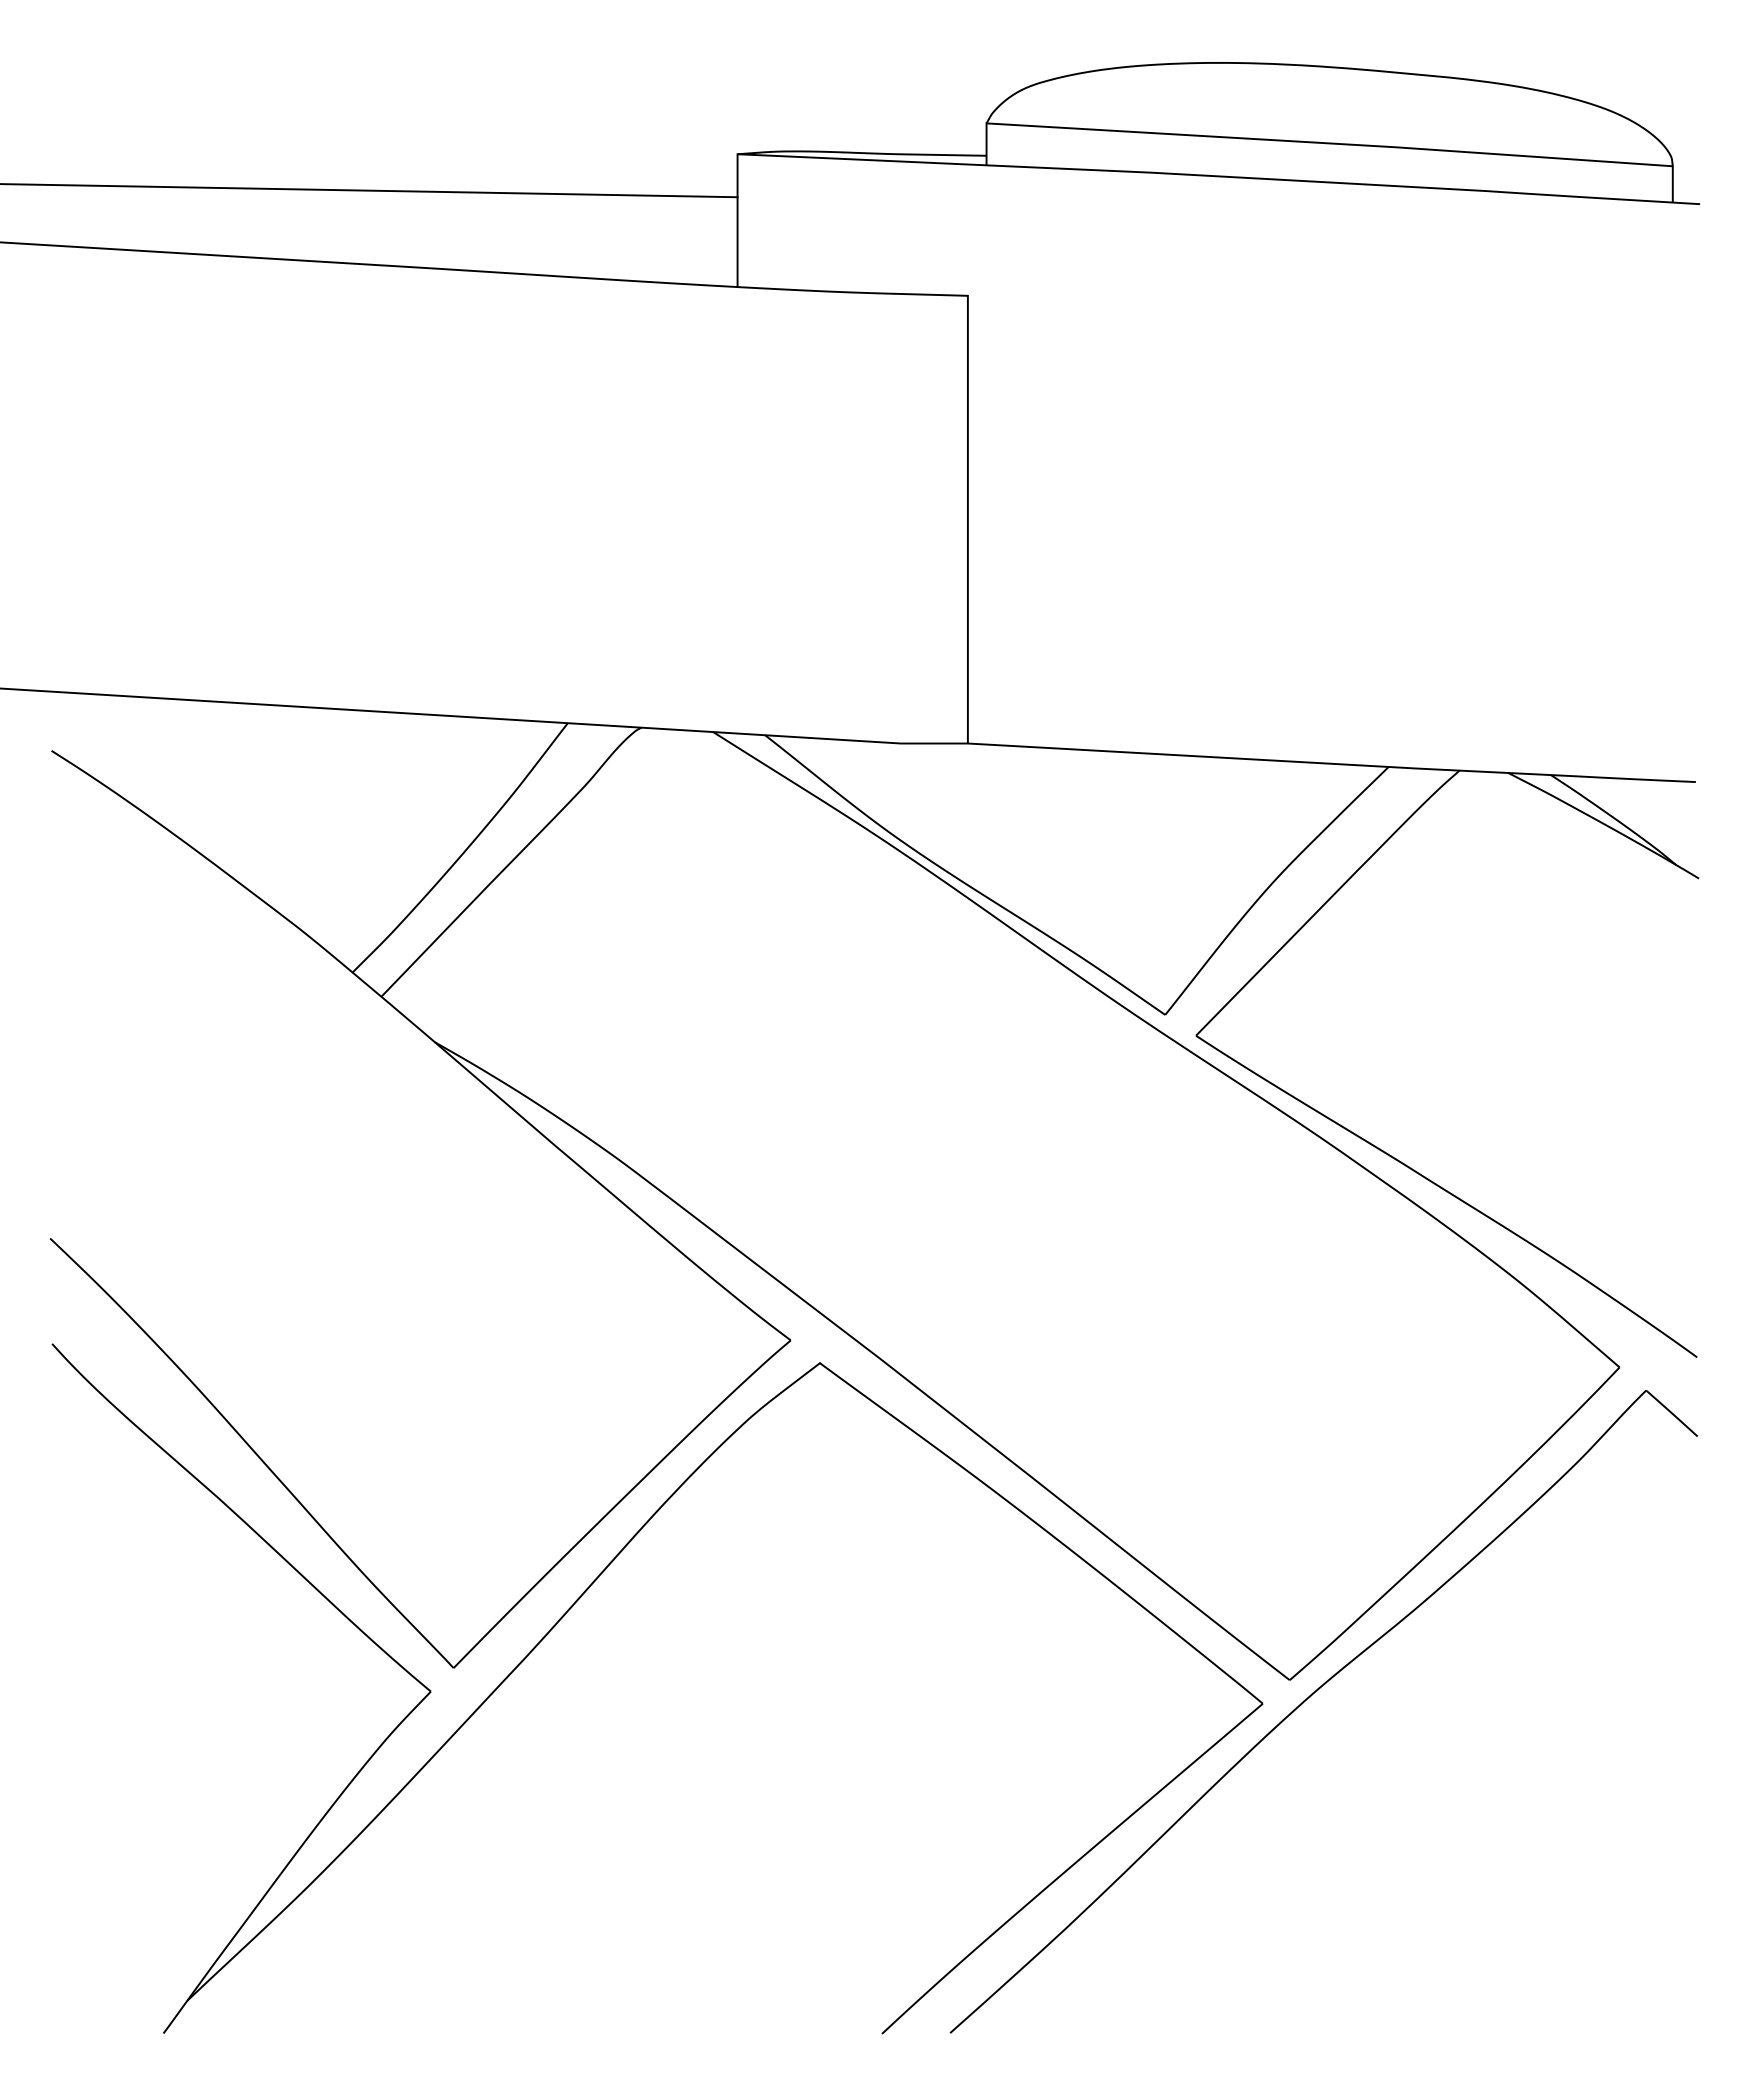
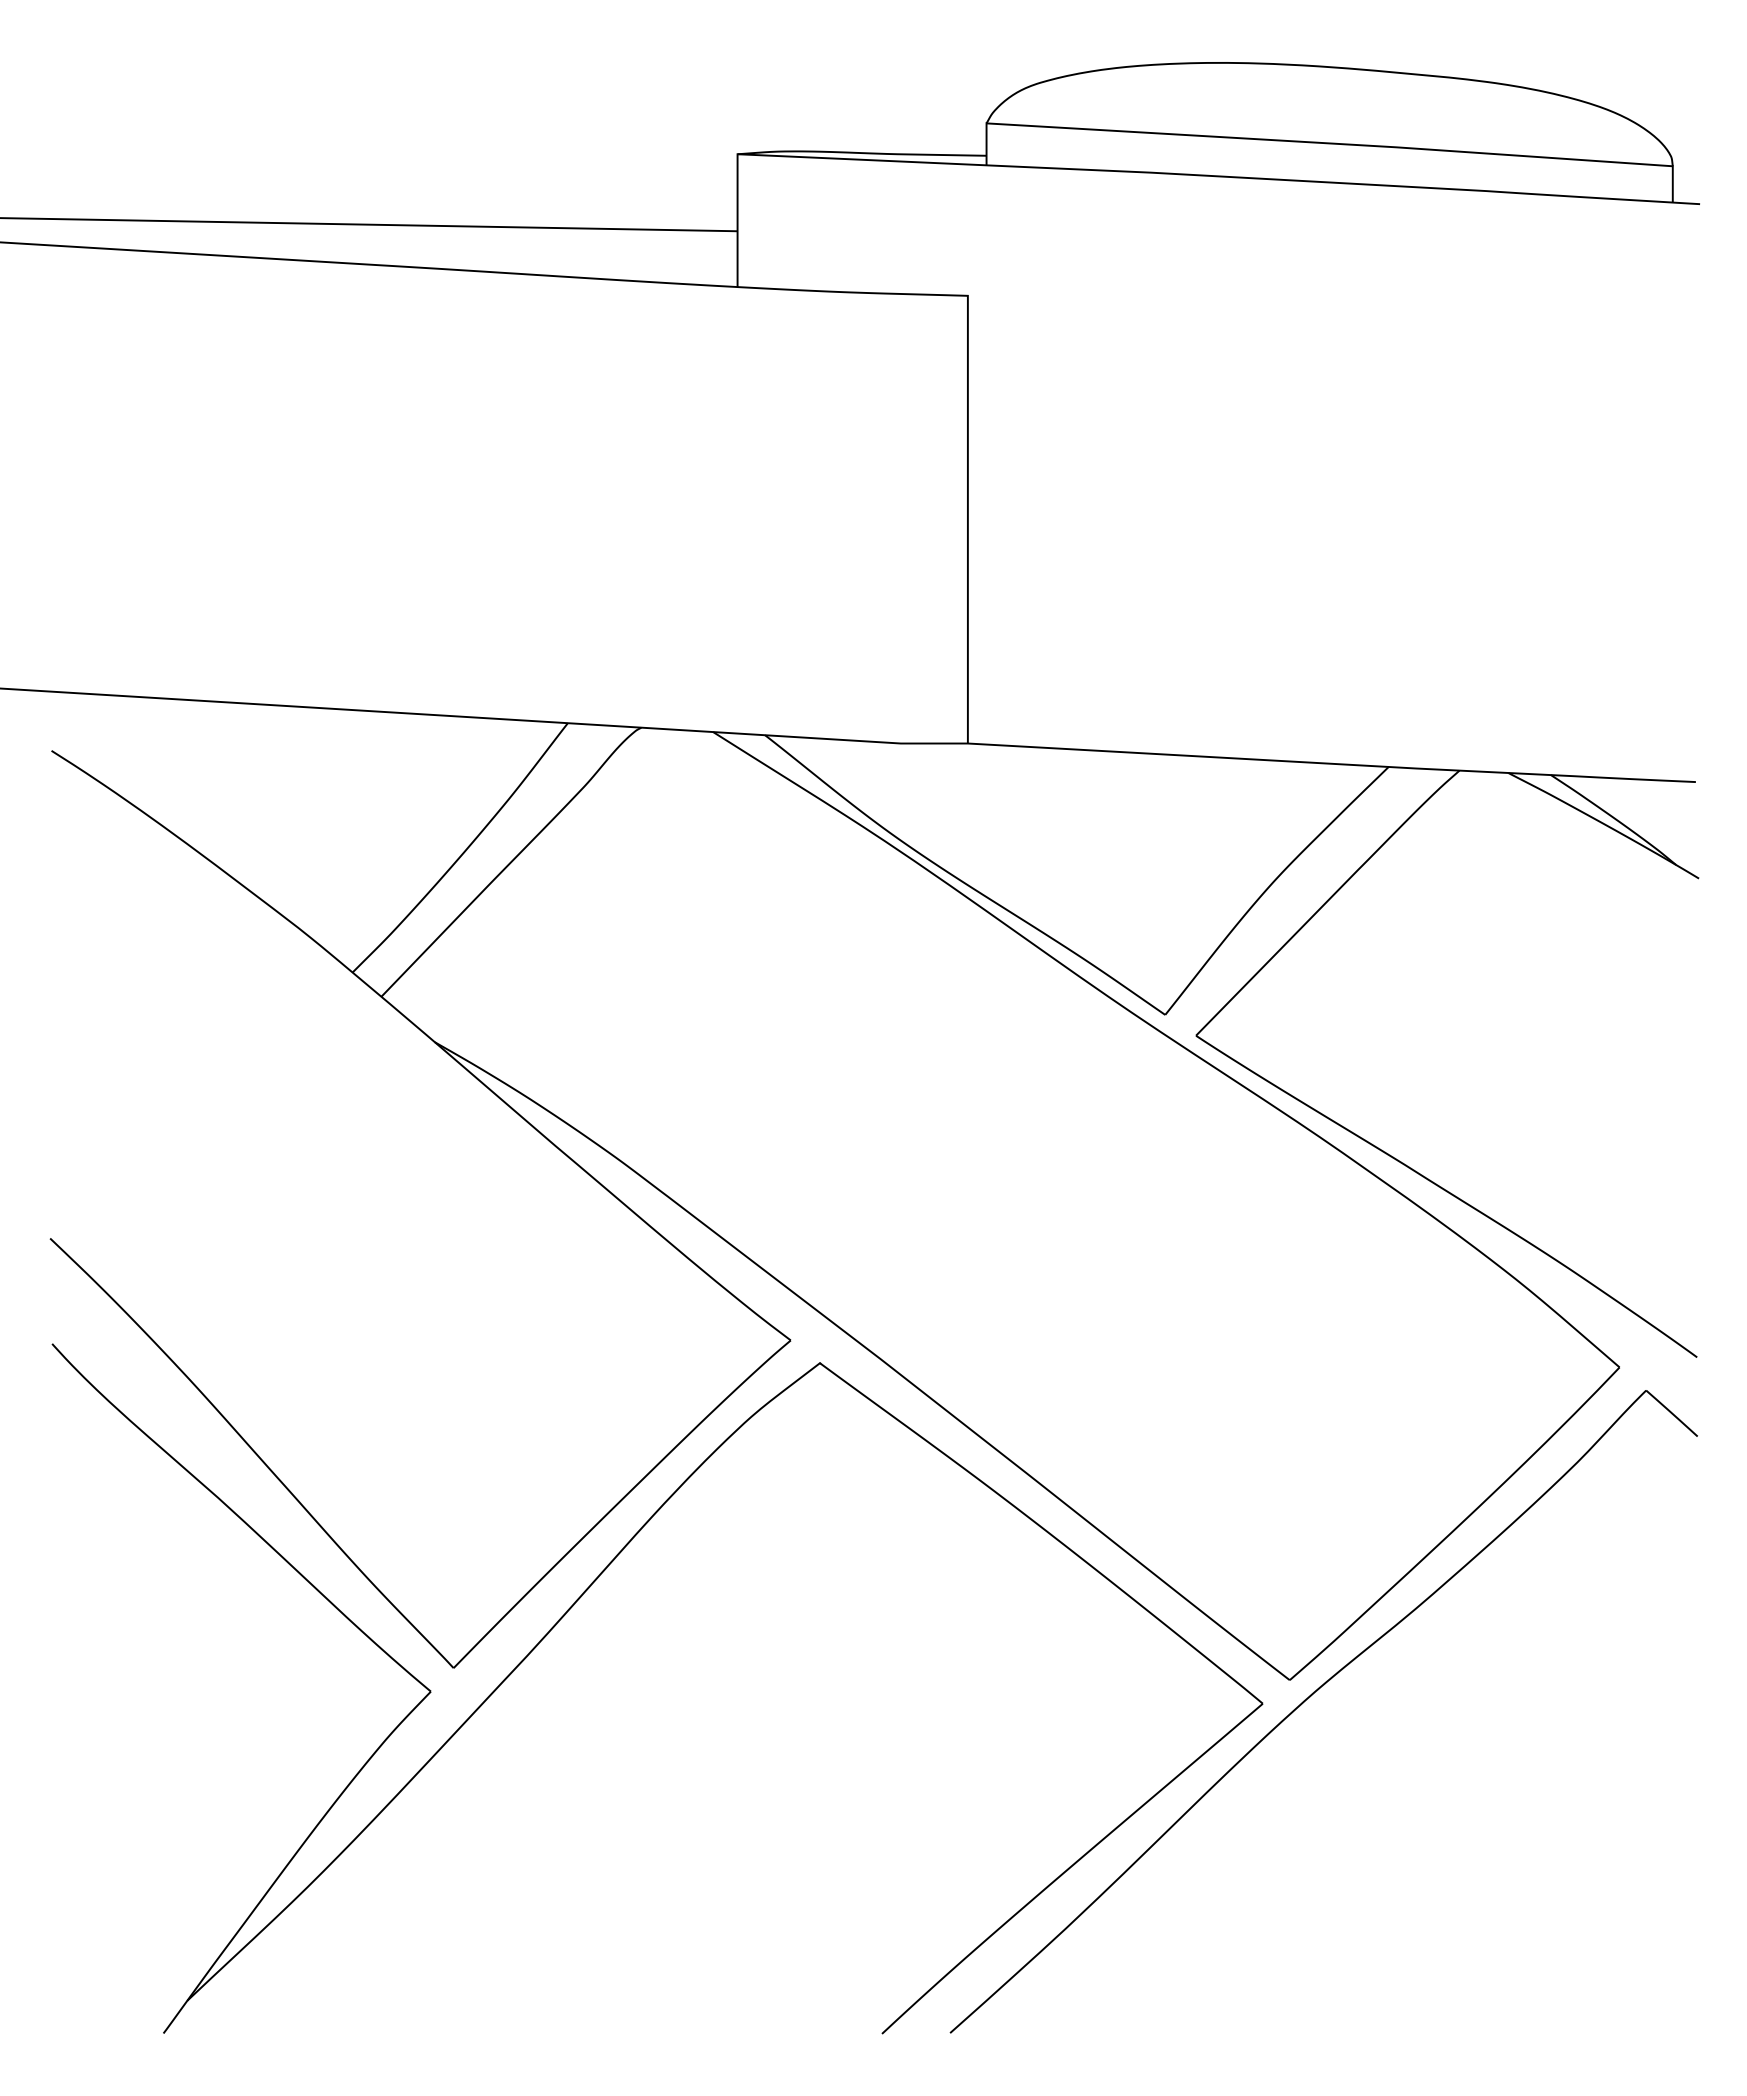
line at (369, 190) position: (369, 190) -> (369, 224)
